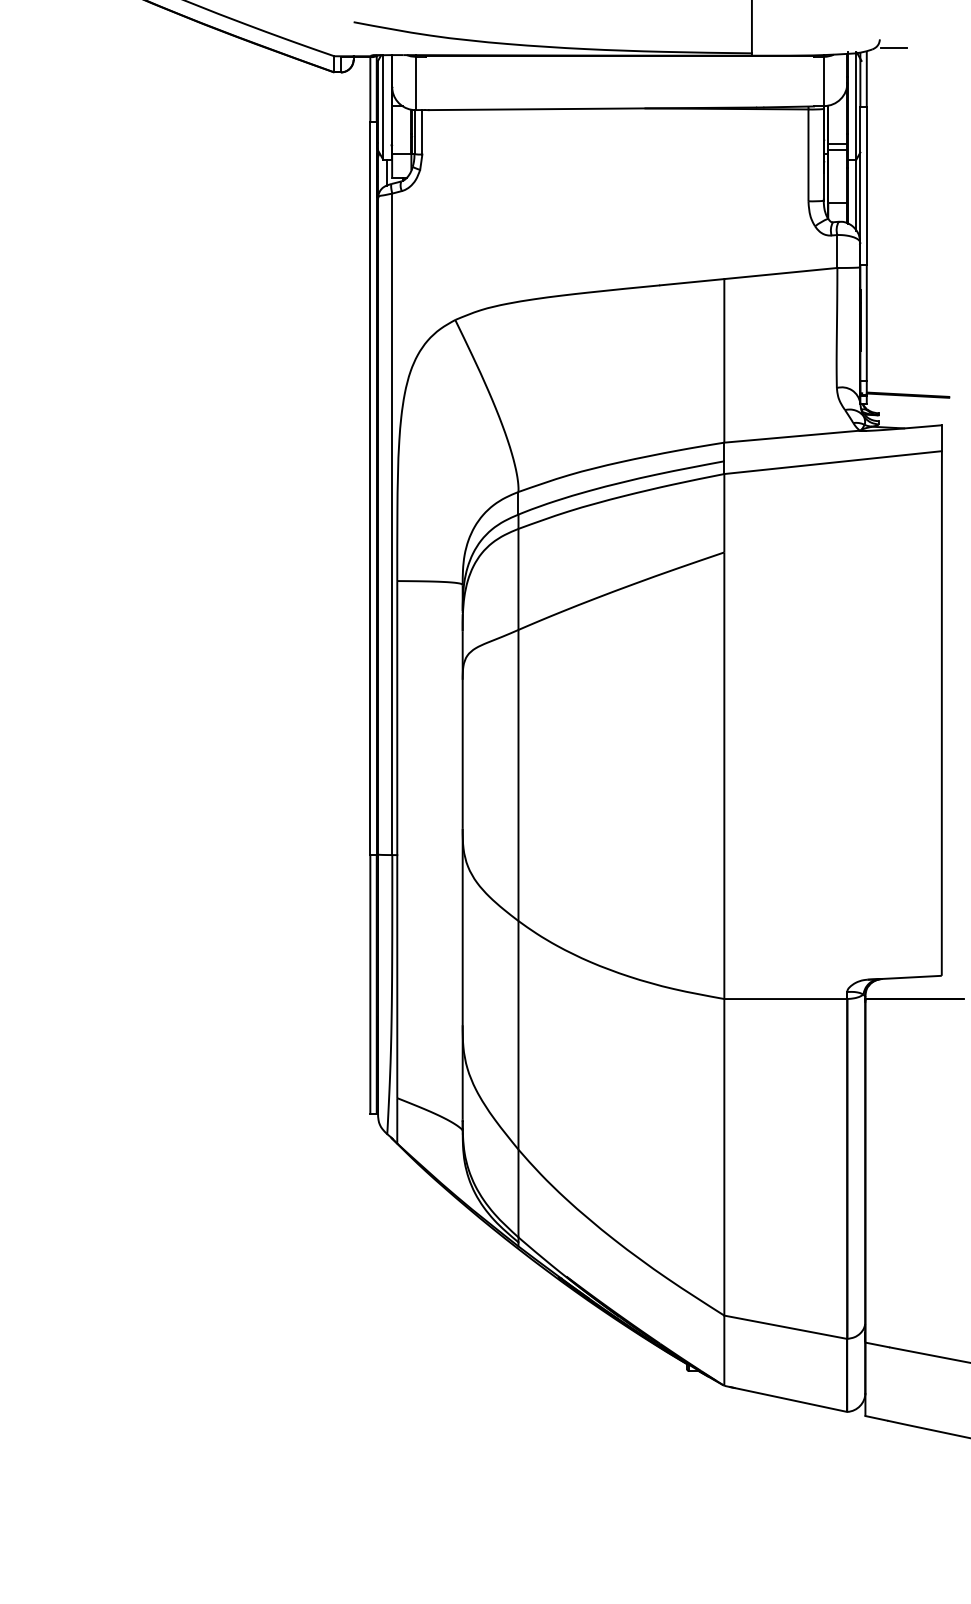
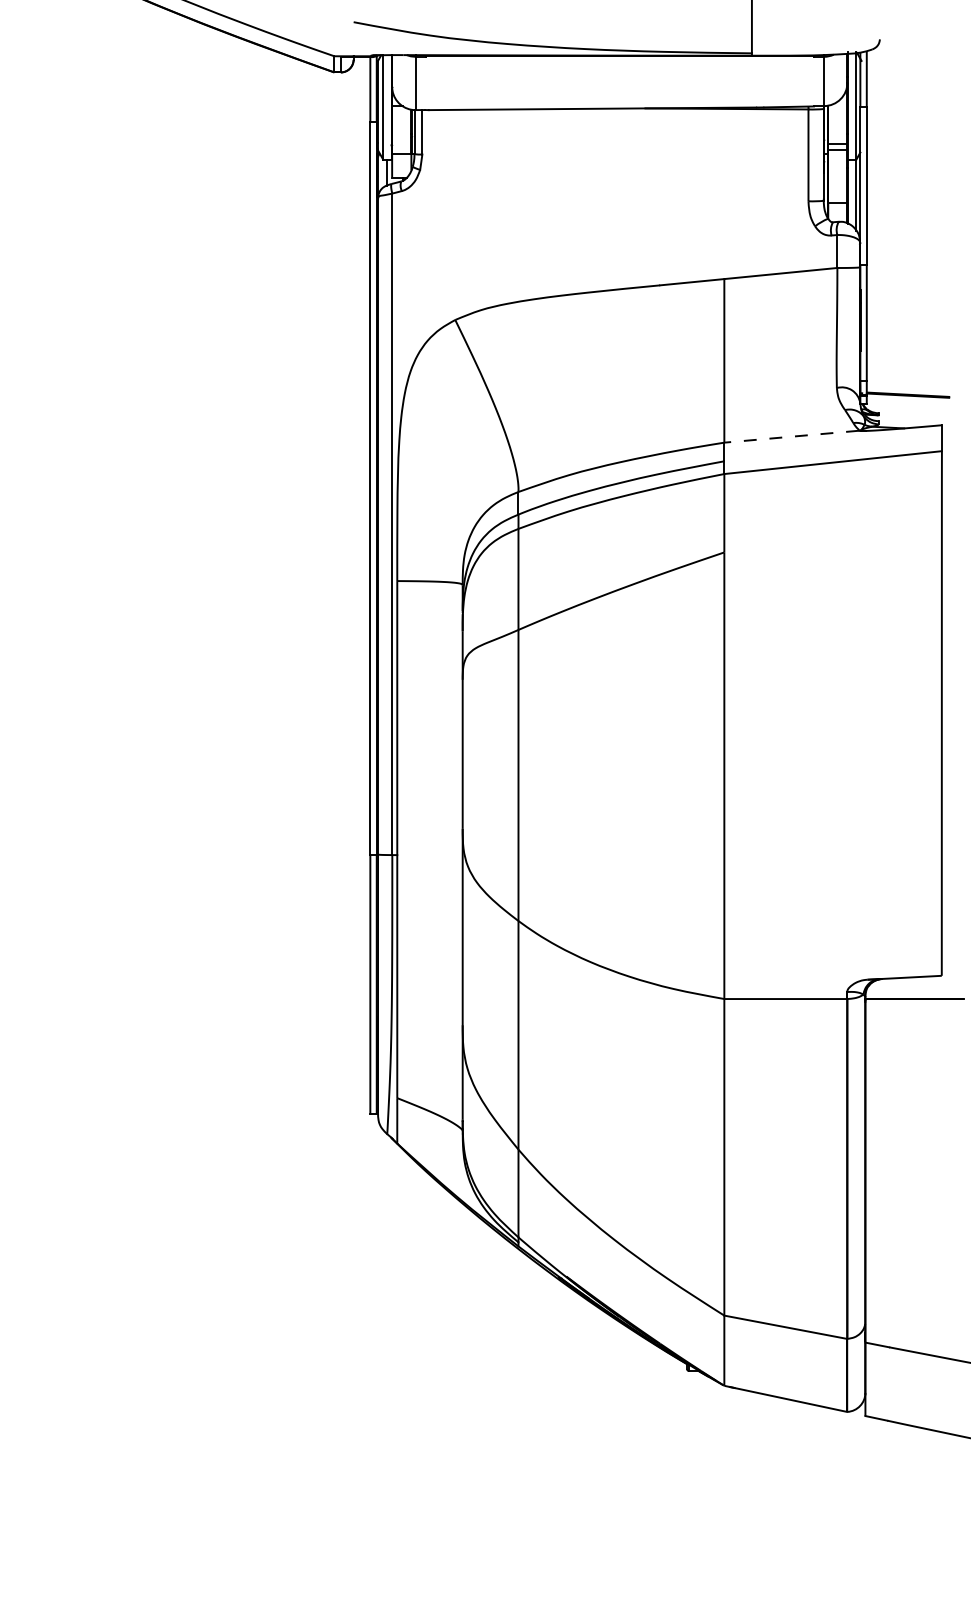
line at (894, 48): present -> none
line at (791, 436): solid -> dashed
